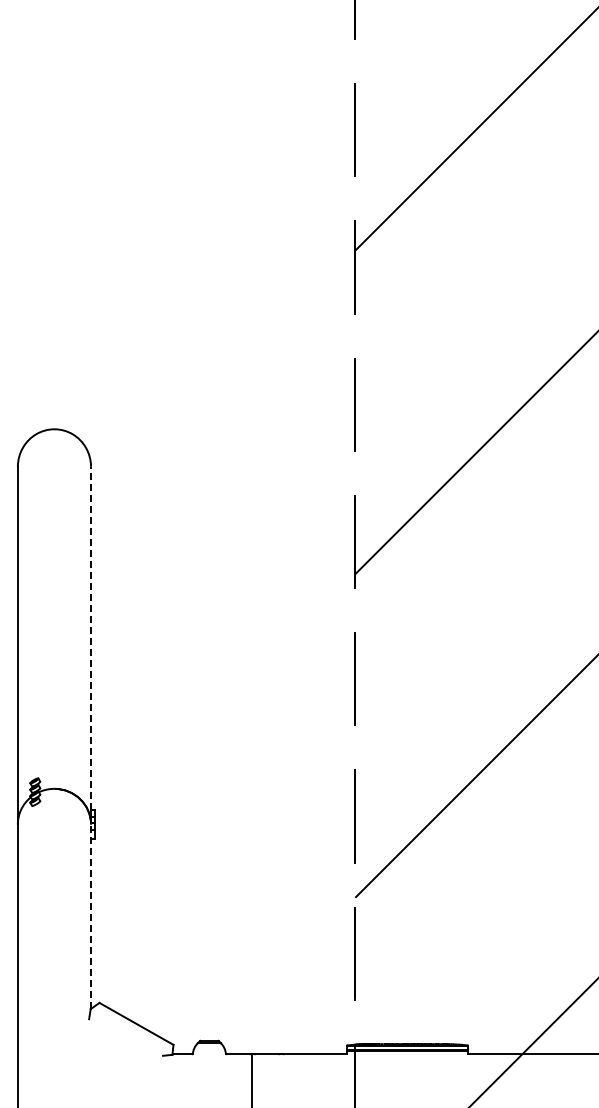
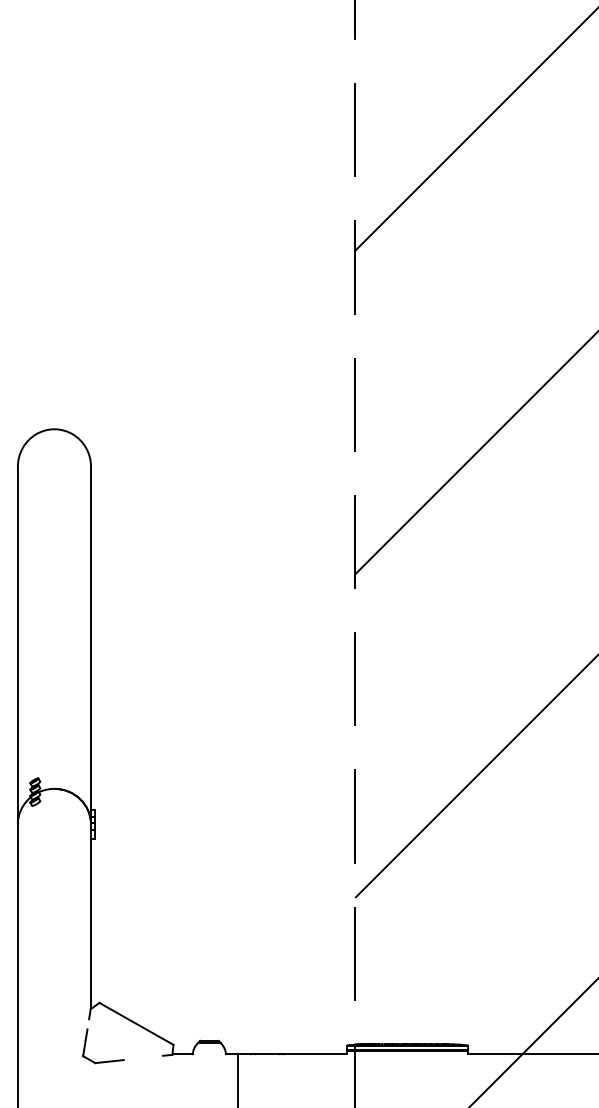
line at (91, 638): dashed -> solid
line at (91, 915): dashed -> solid
part at (107, 1060): none -> present
line at (252, 1079) position: (252, 1079) -> (238, 1079)
